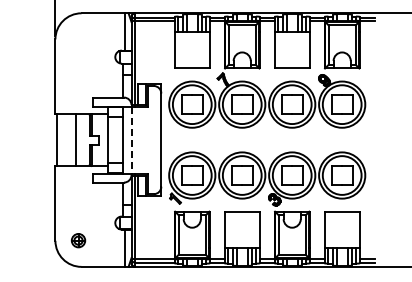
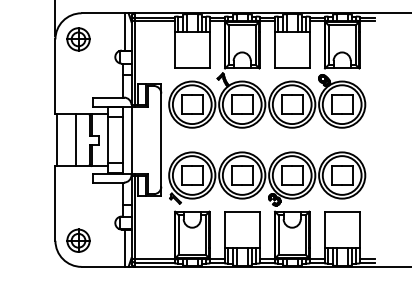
part at (78, 39): none -> present
line at (131, 140): dashed -> solid
part at (78, 240) size: 17x16 px -> 25x25 px
